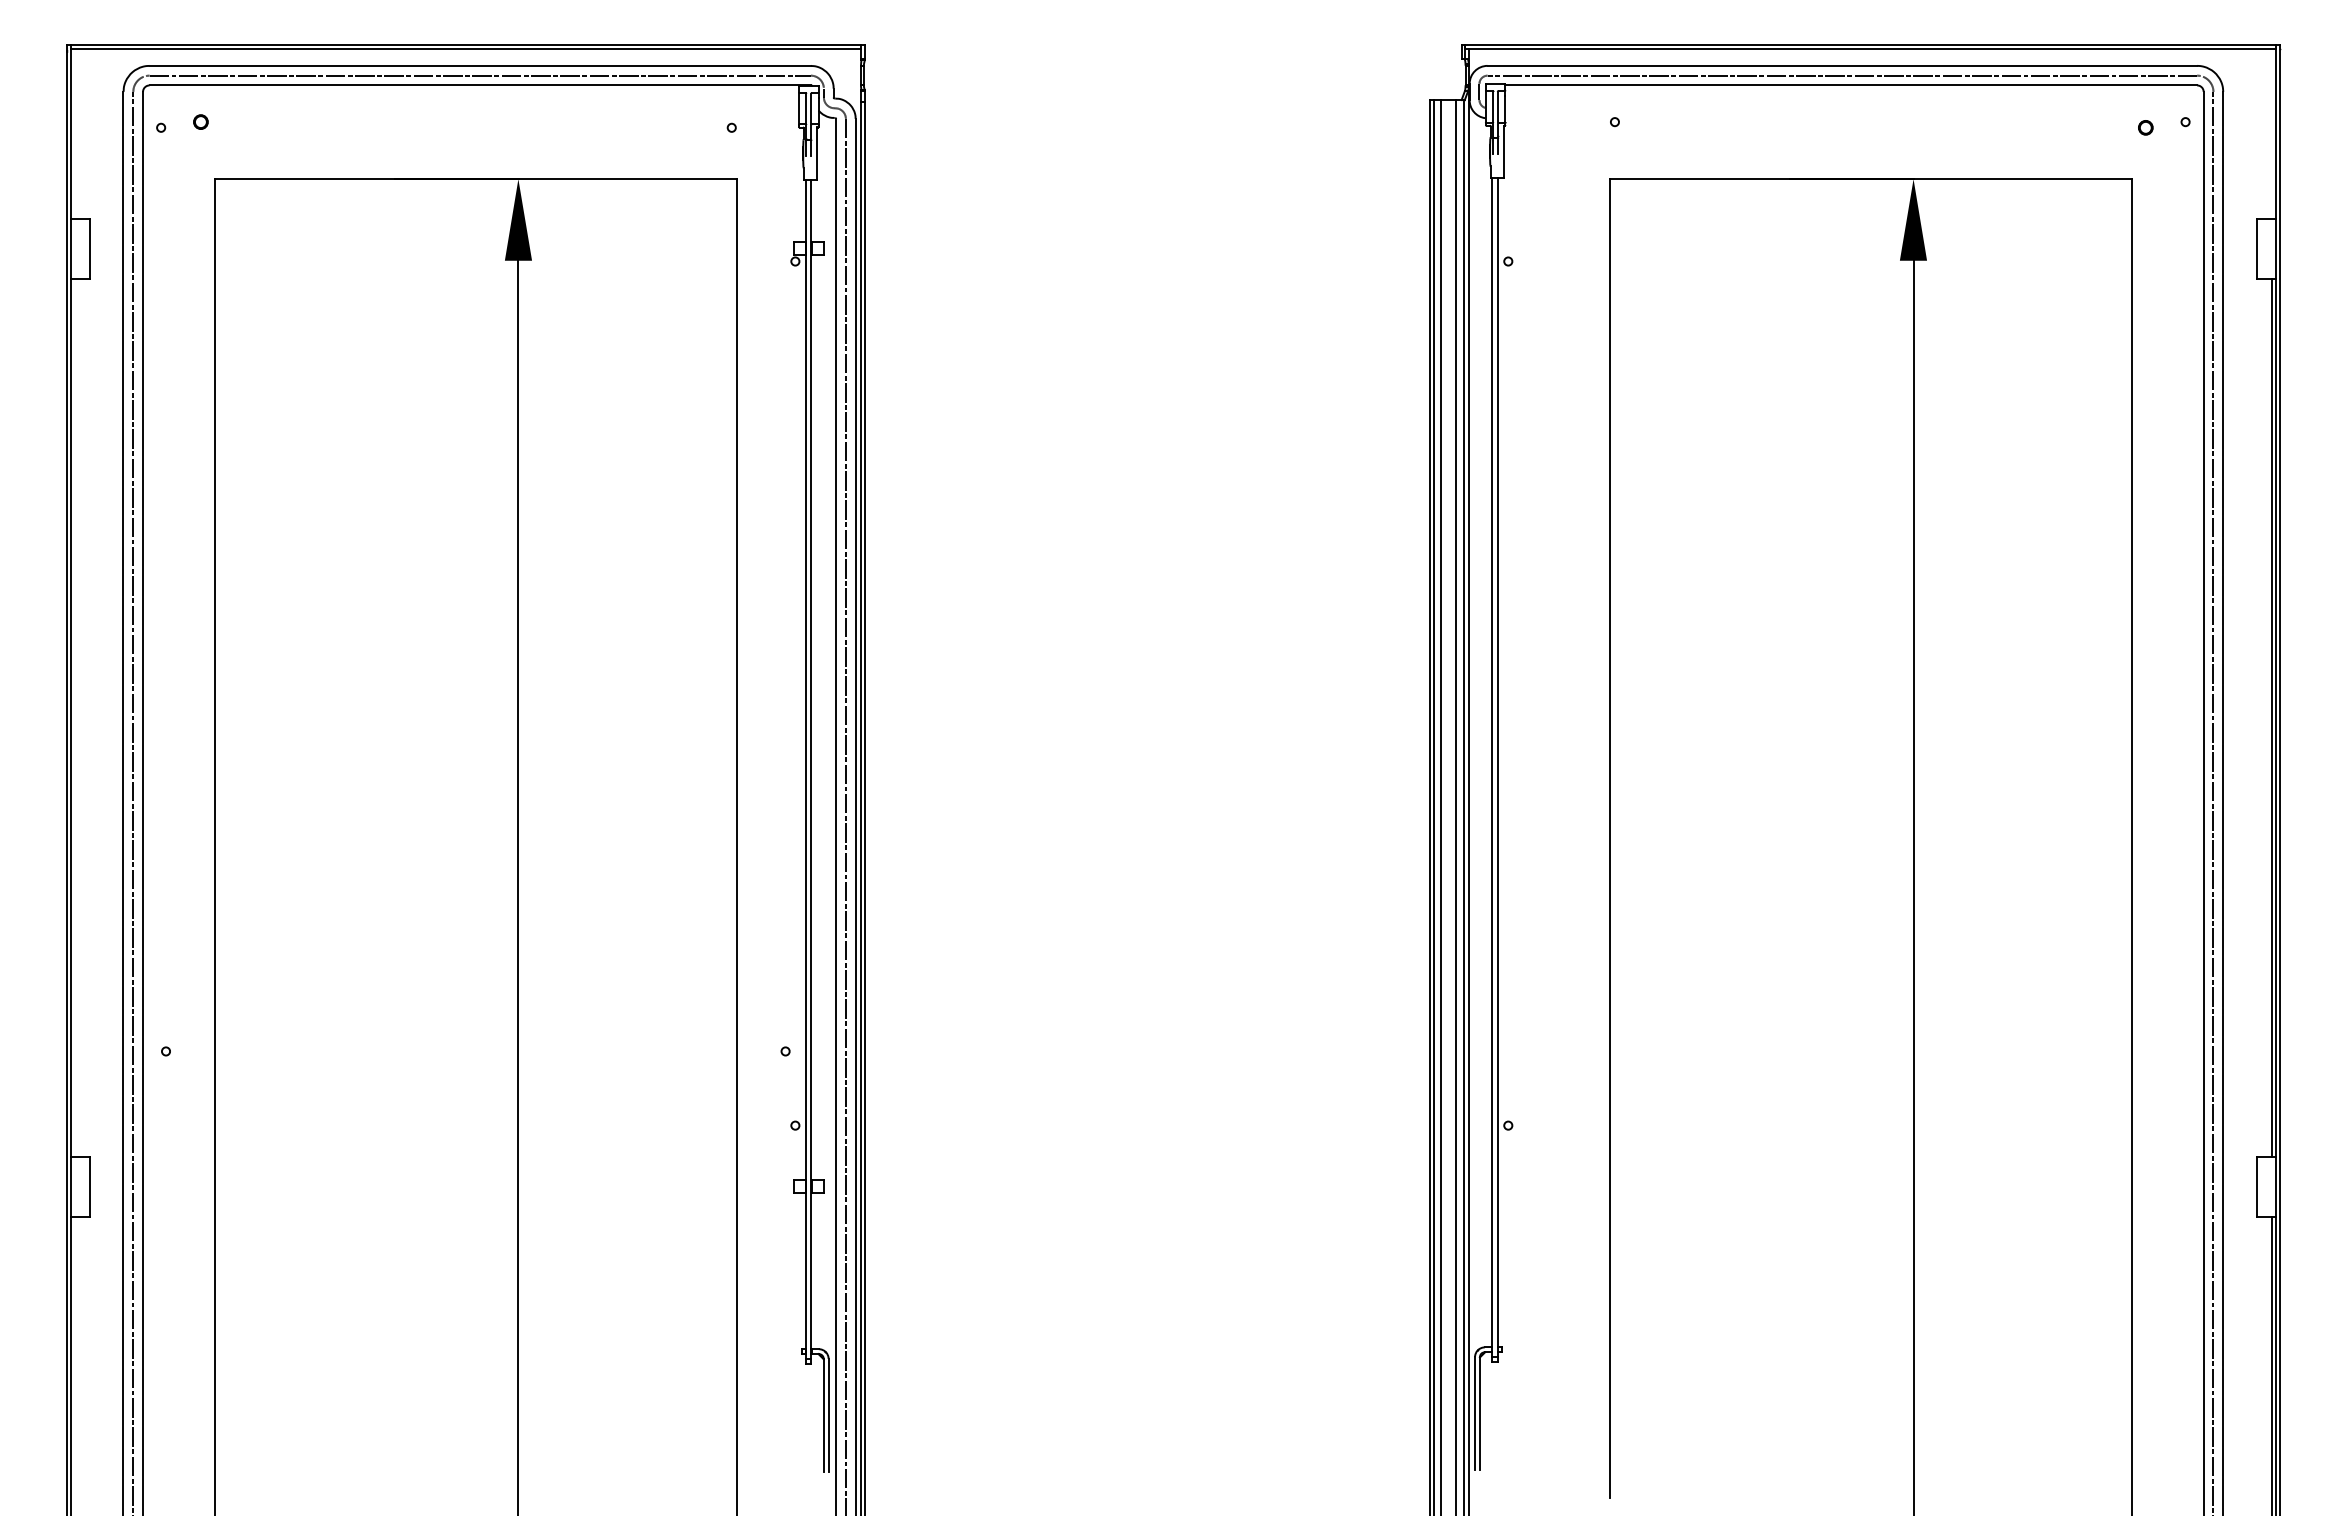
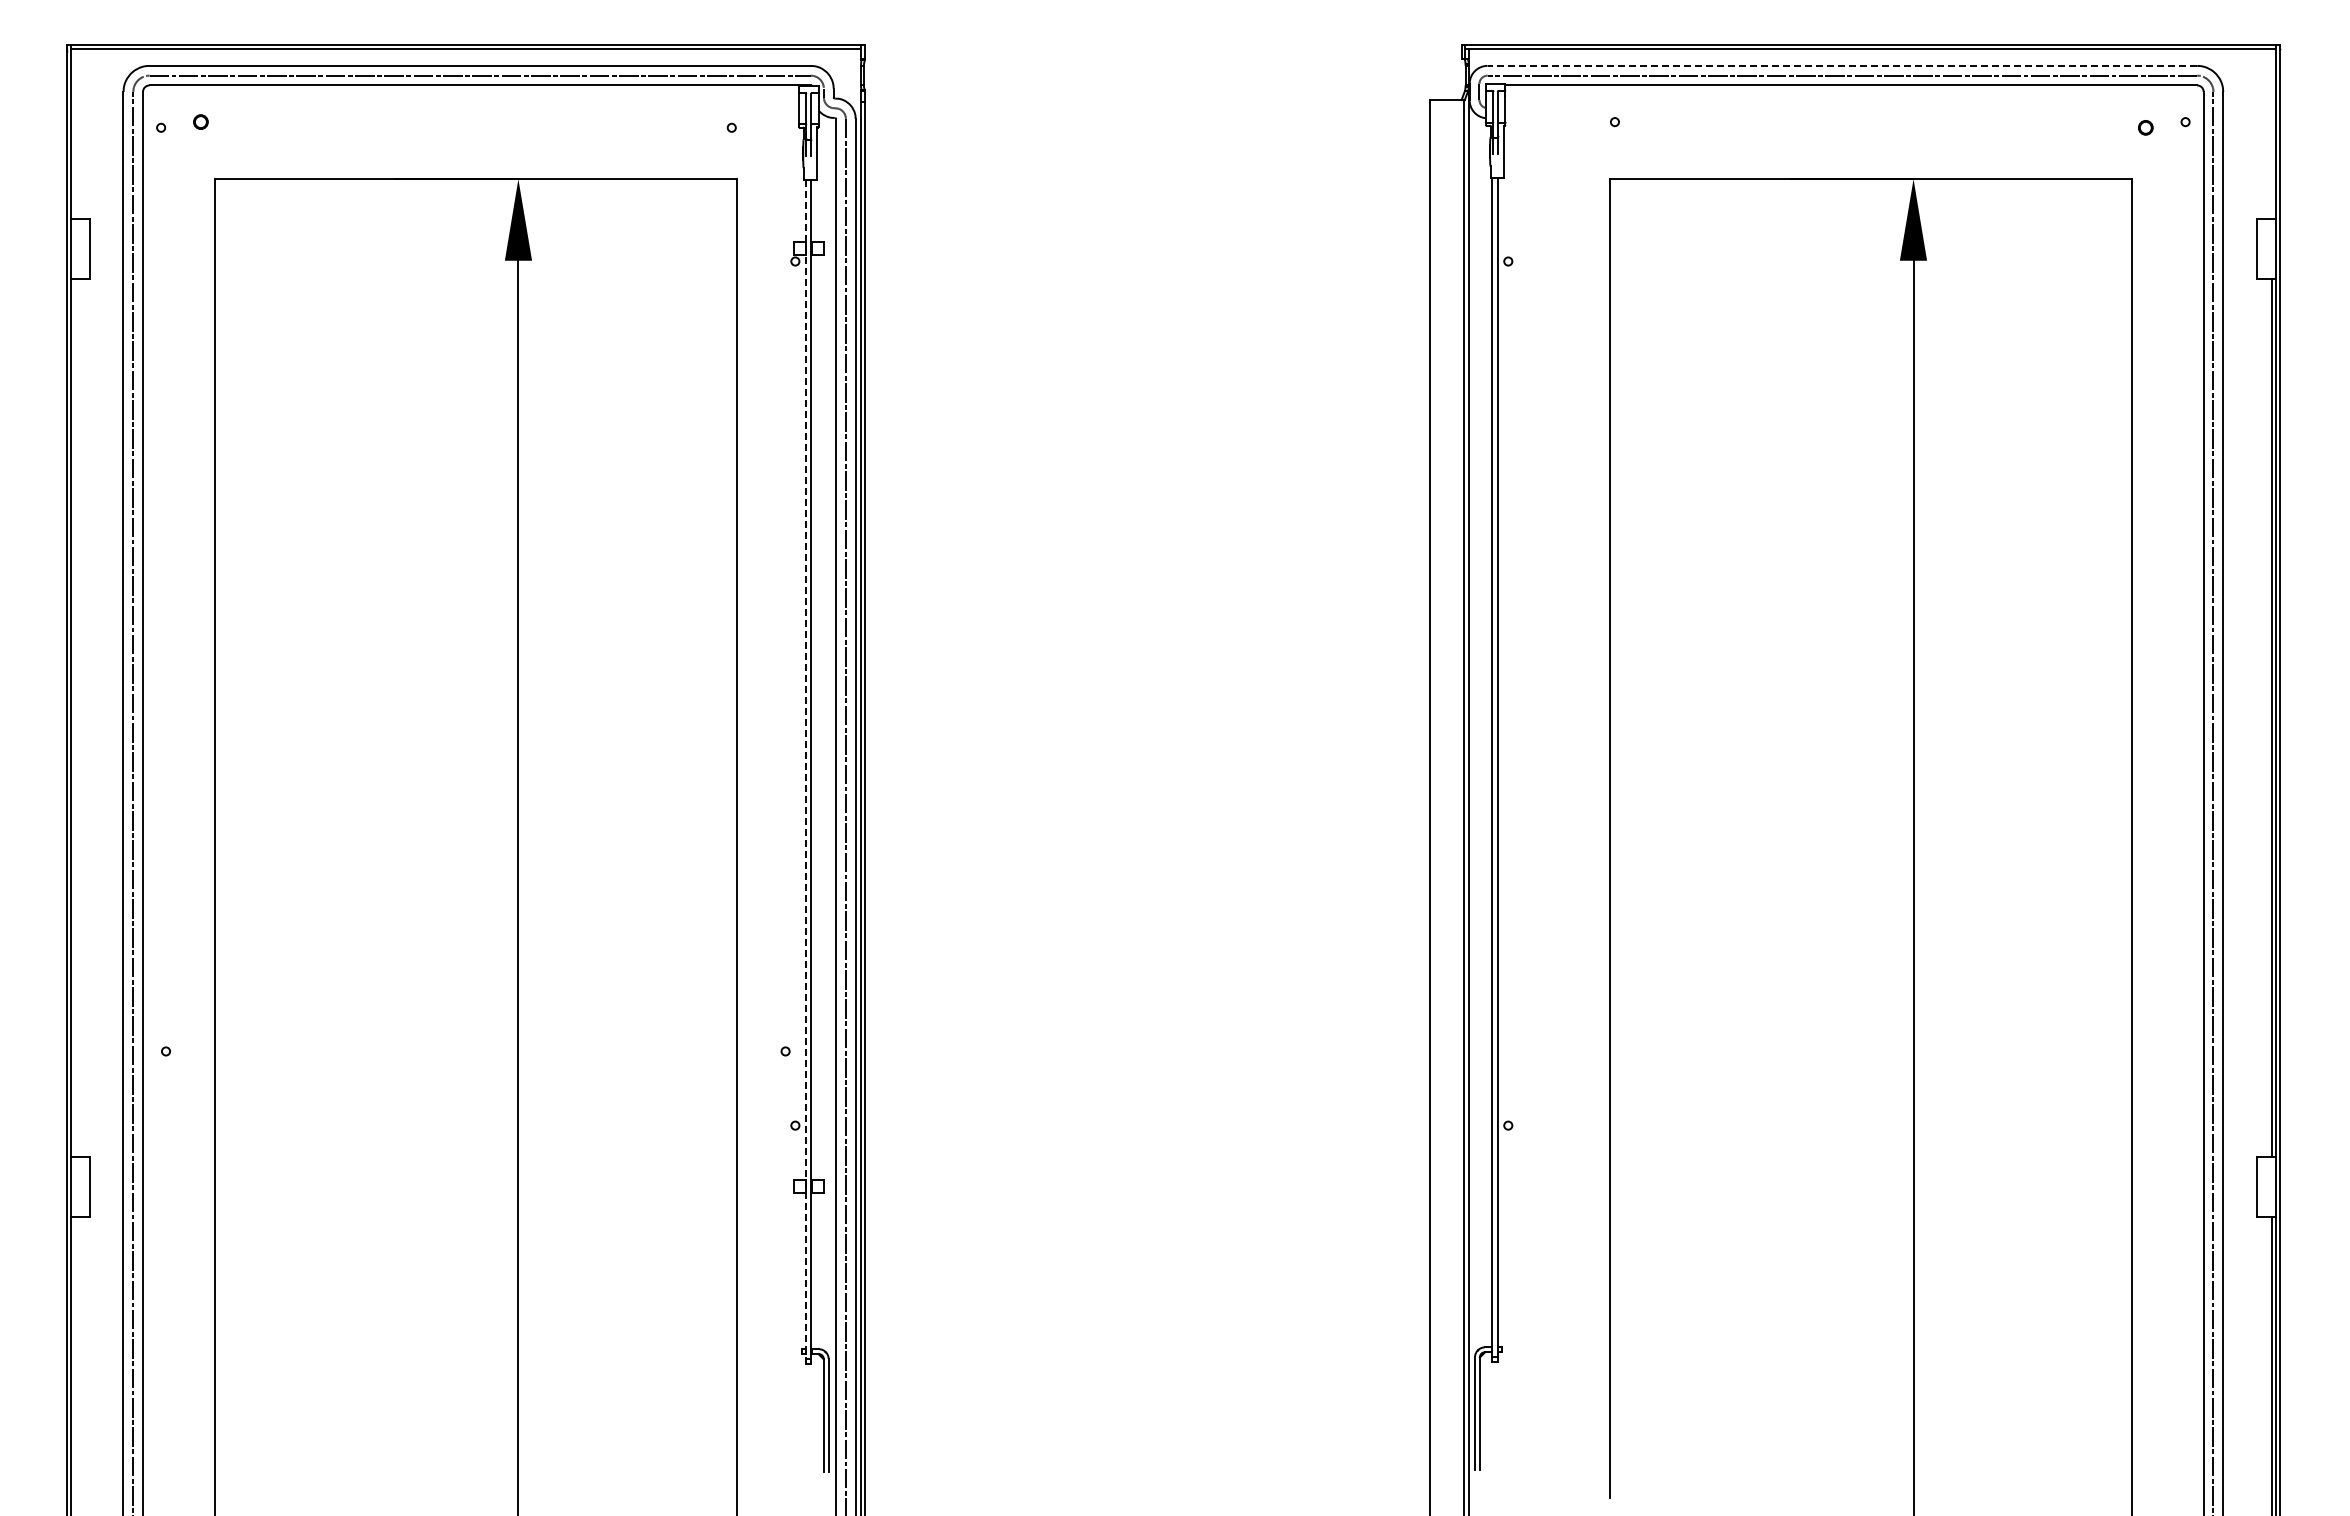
line at (1842, 65): solid -> dashed
line at (806, 772): solid -> dashed
line at (1433, 806): present -> none
line at (1441, 806): present -> none
line at (1456, 806): present -> none
